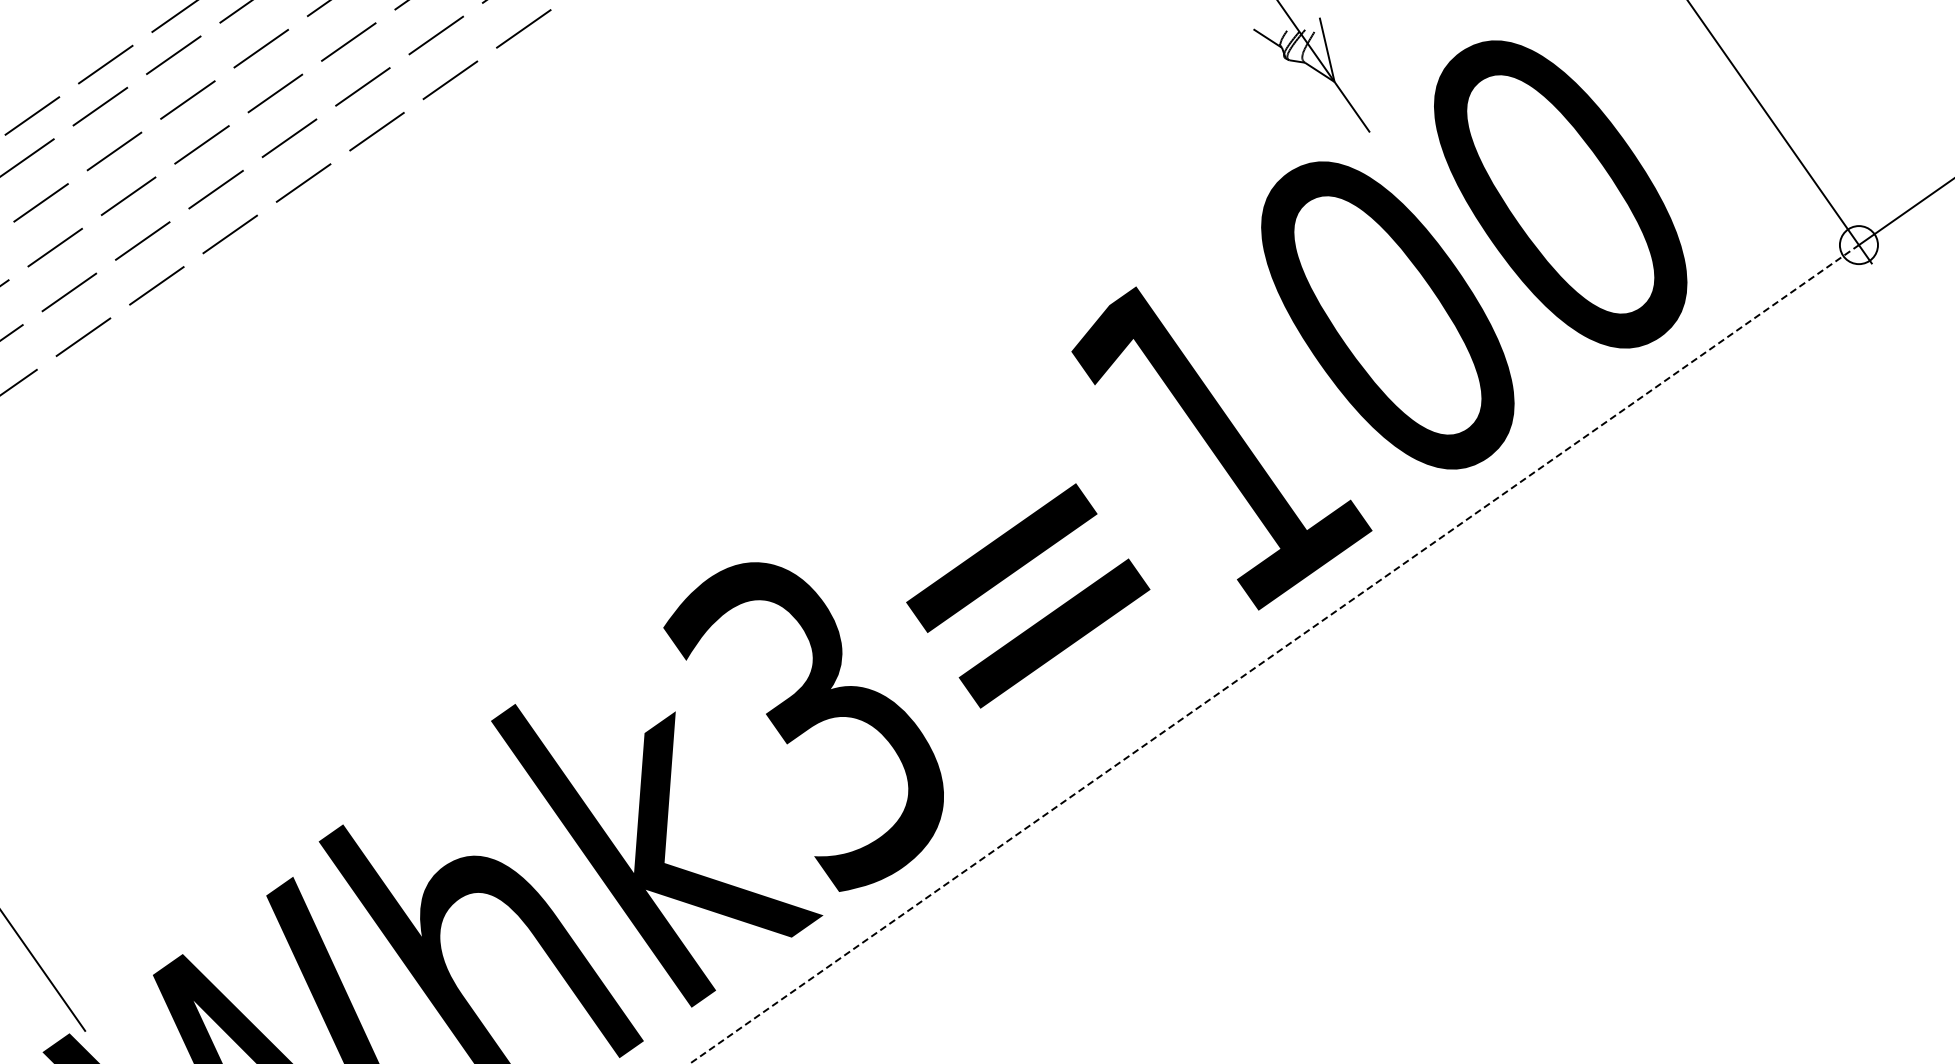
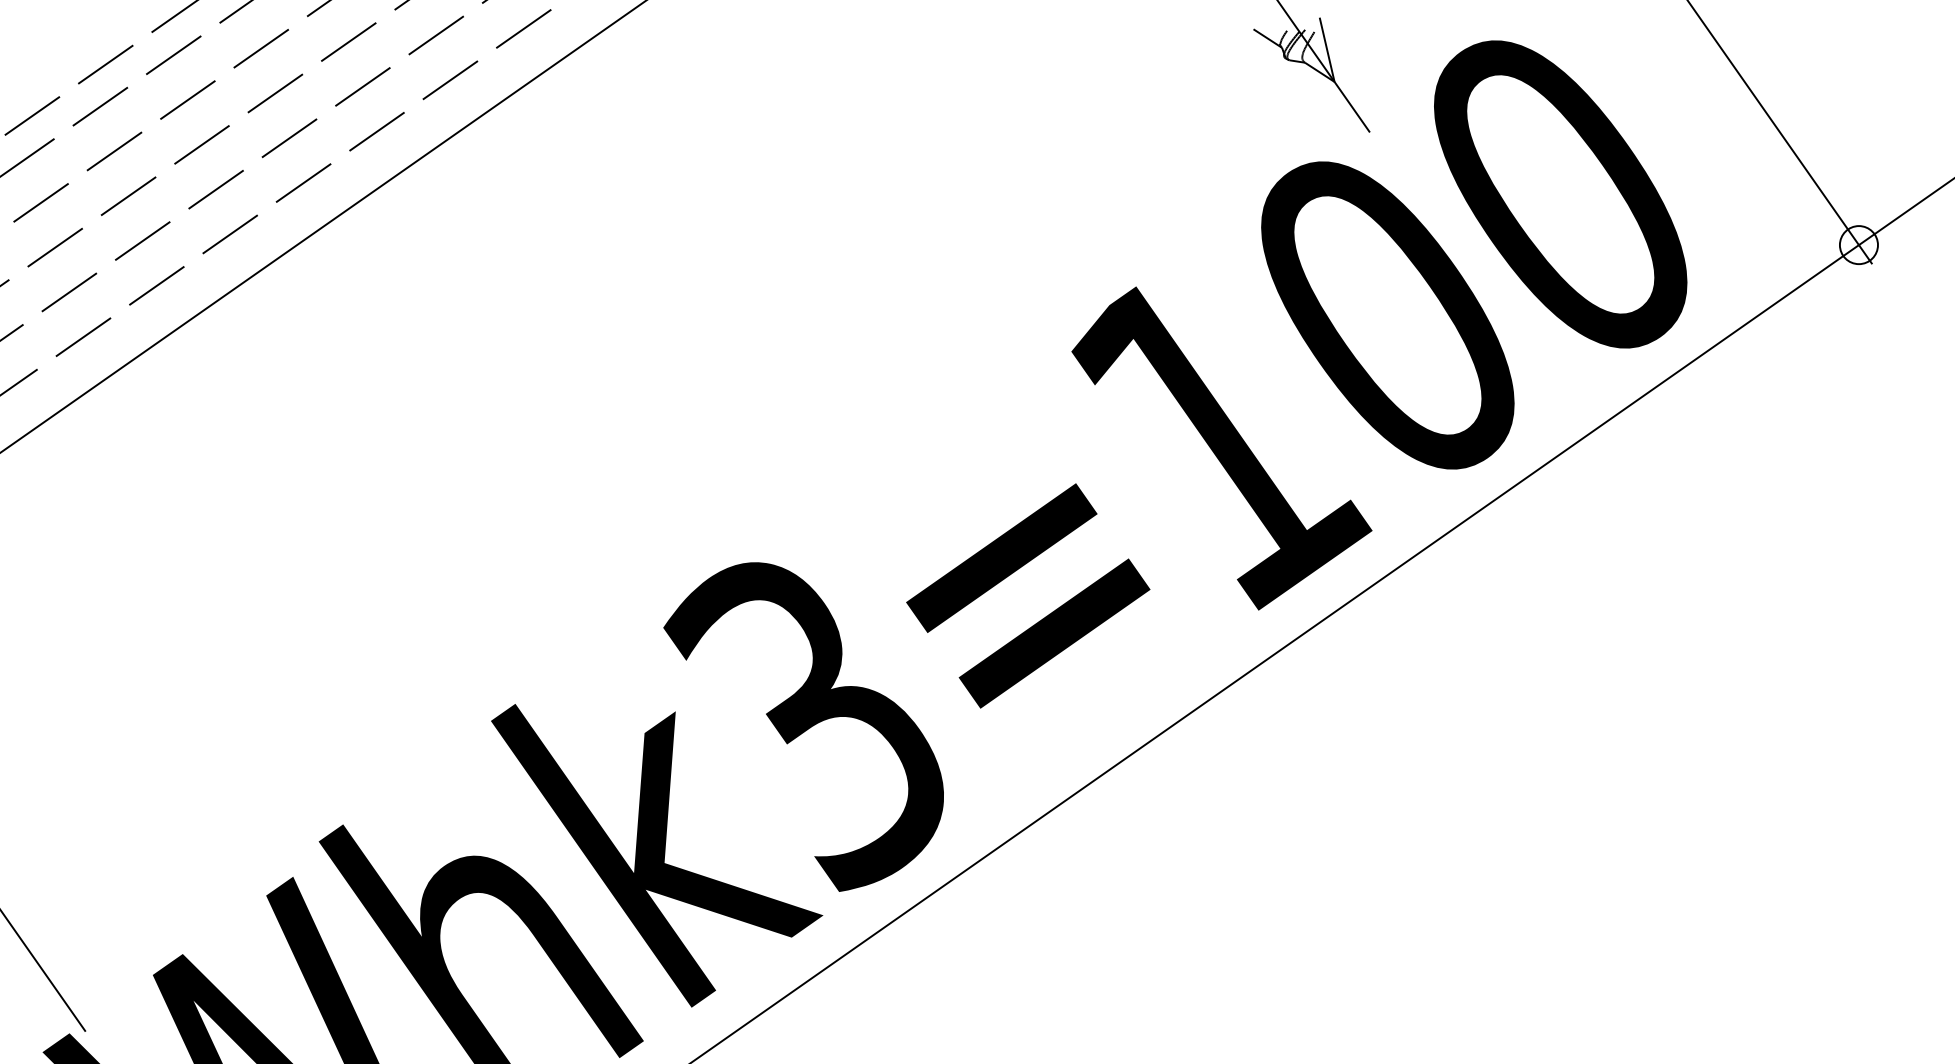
line at (322, 226): none -> present
line at (1274, 654): dashed -> solid
